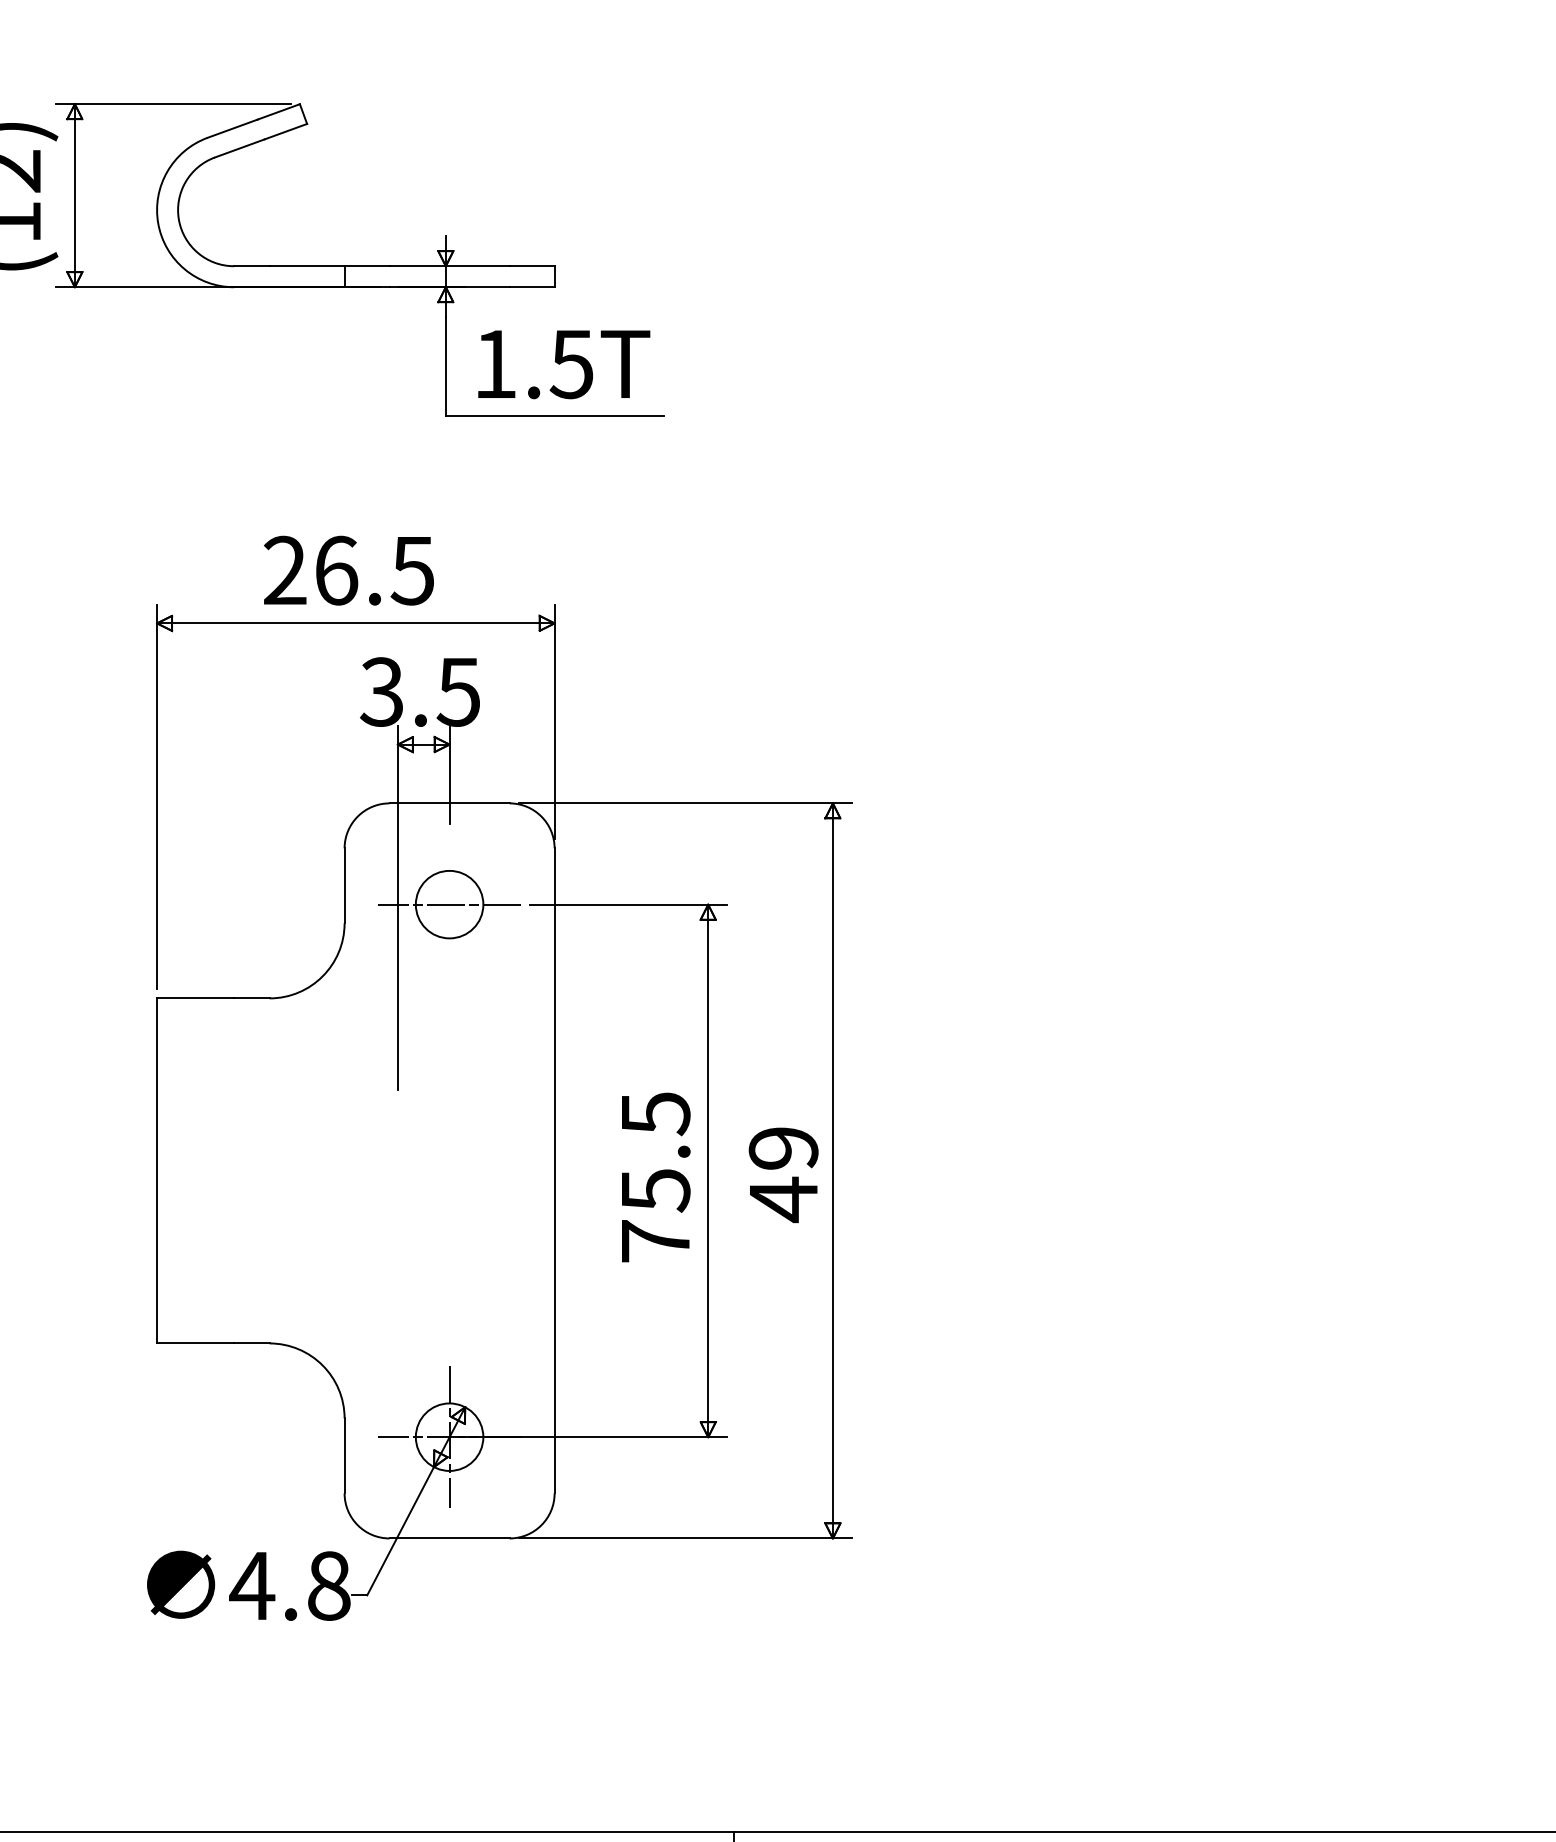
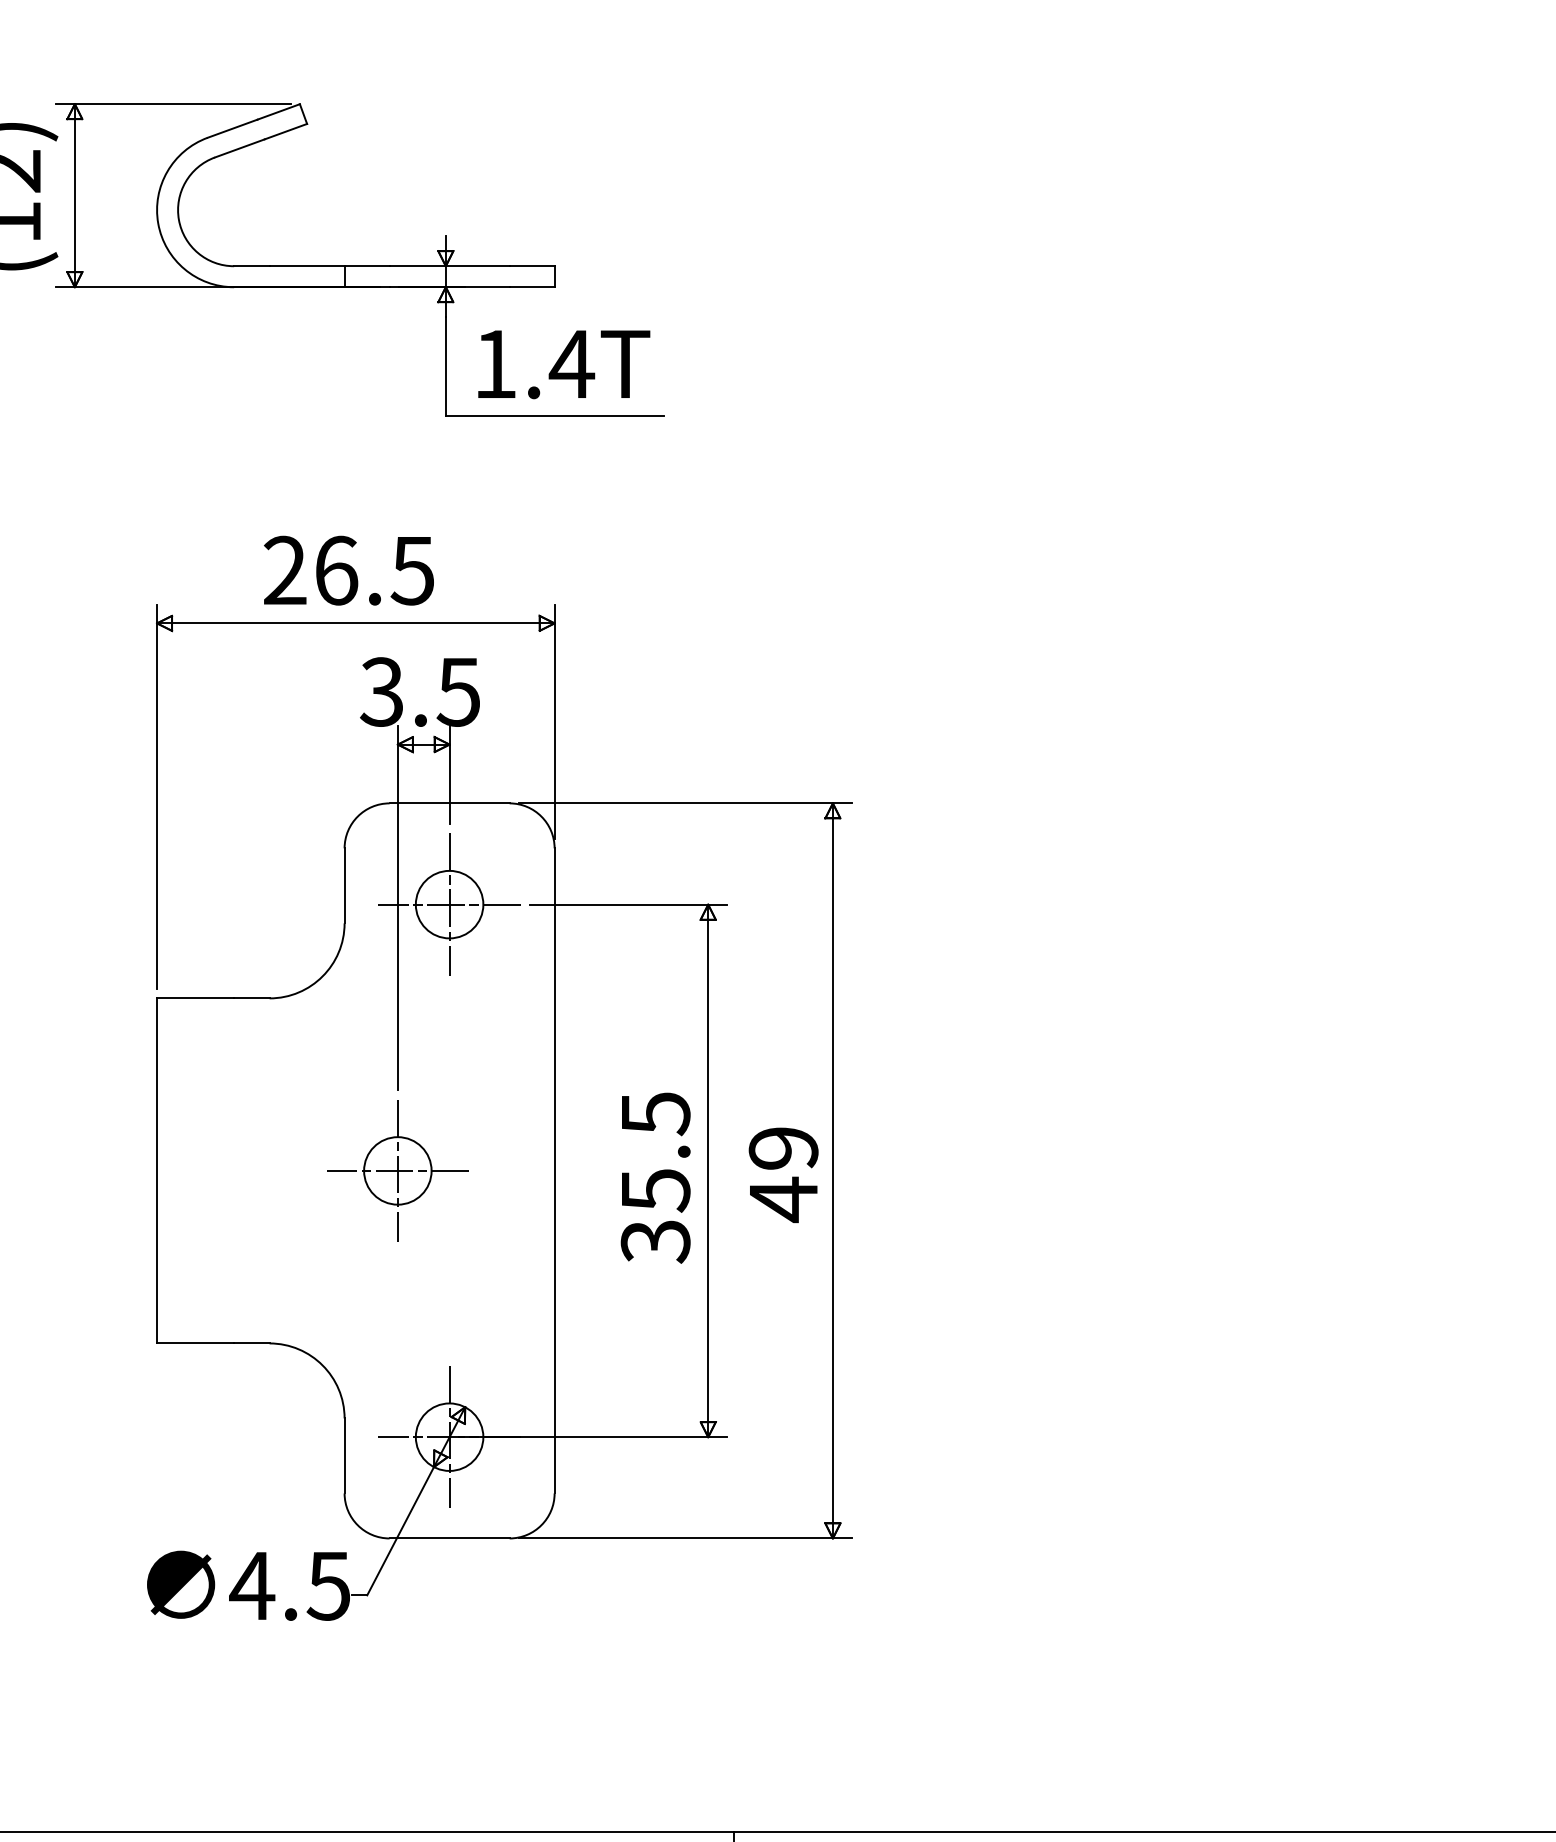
text at (571, 364): 1.5T -> 1.4T
line at (449, 904): none -> present
part at (397, 1170): none -> present
text at (655, 1241): 75.5 -> 35.5
text at (328, 1585): 4.8 -> 4.5
